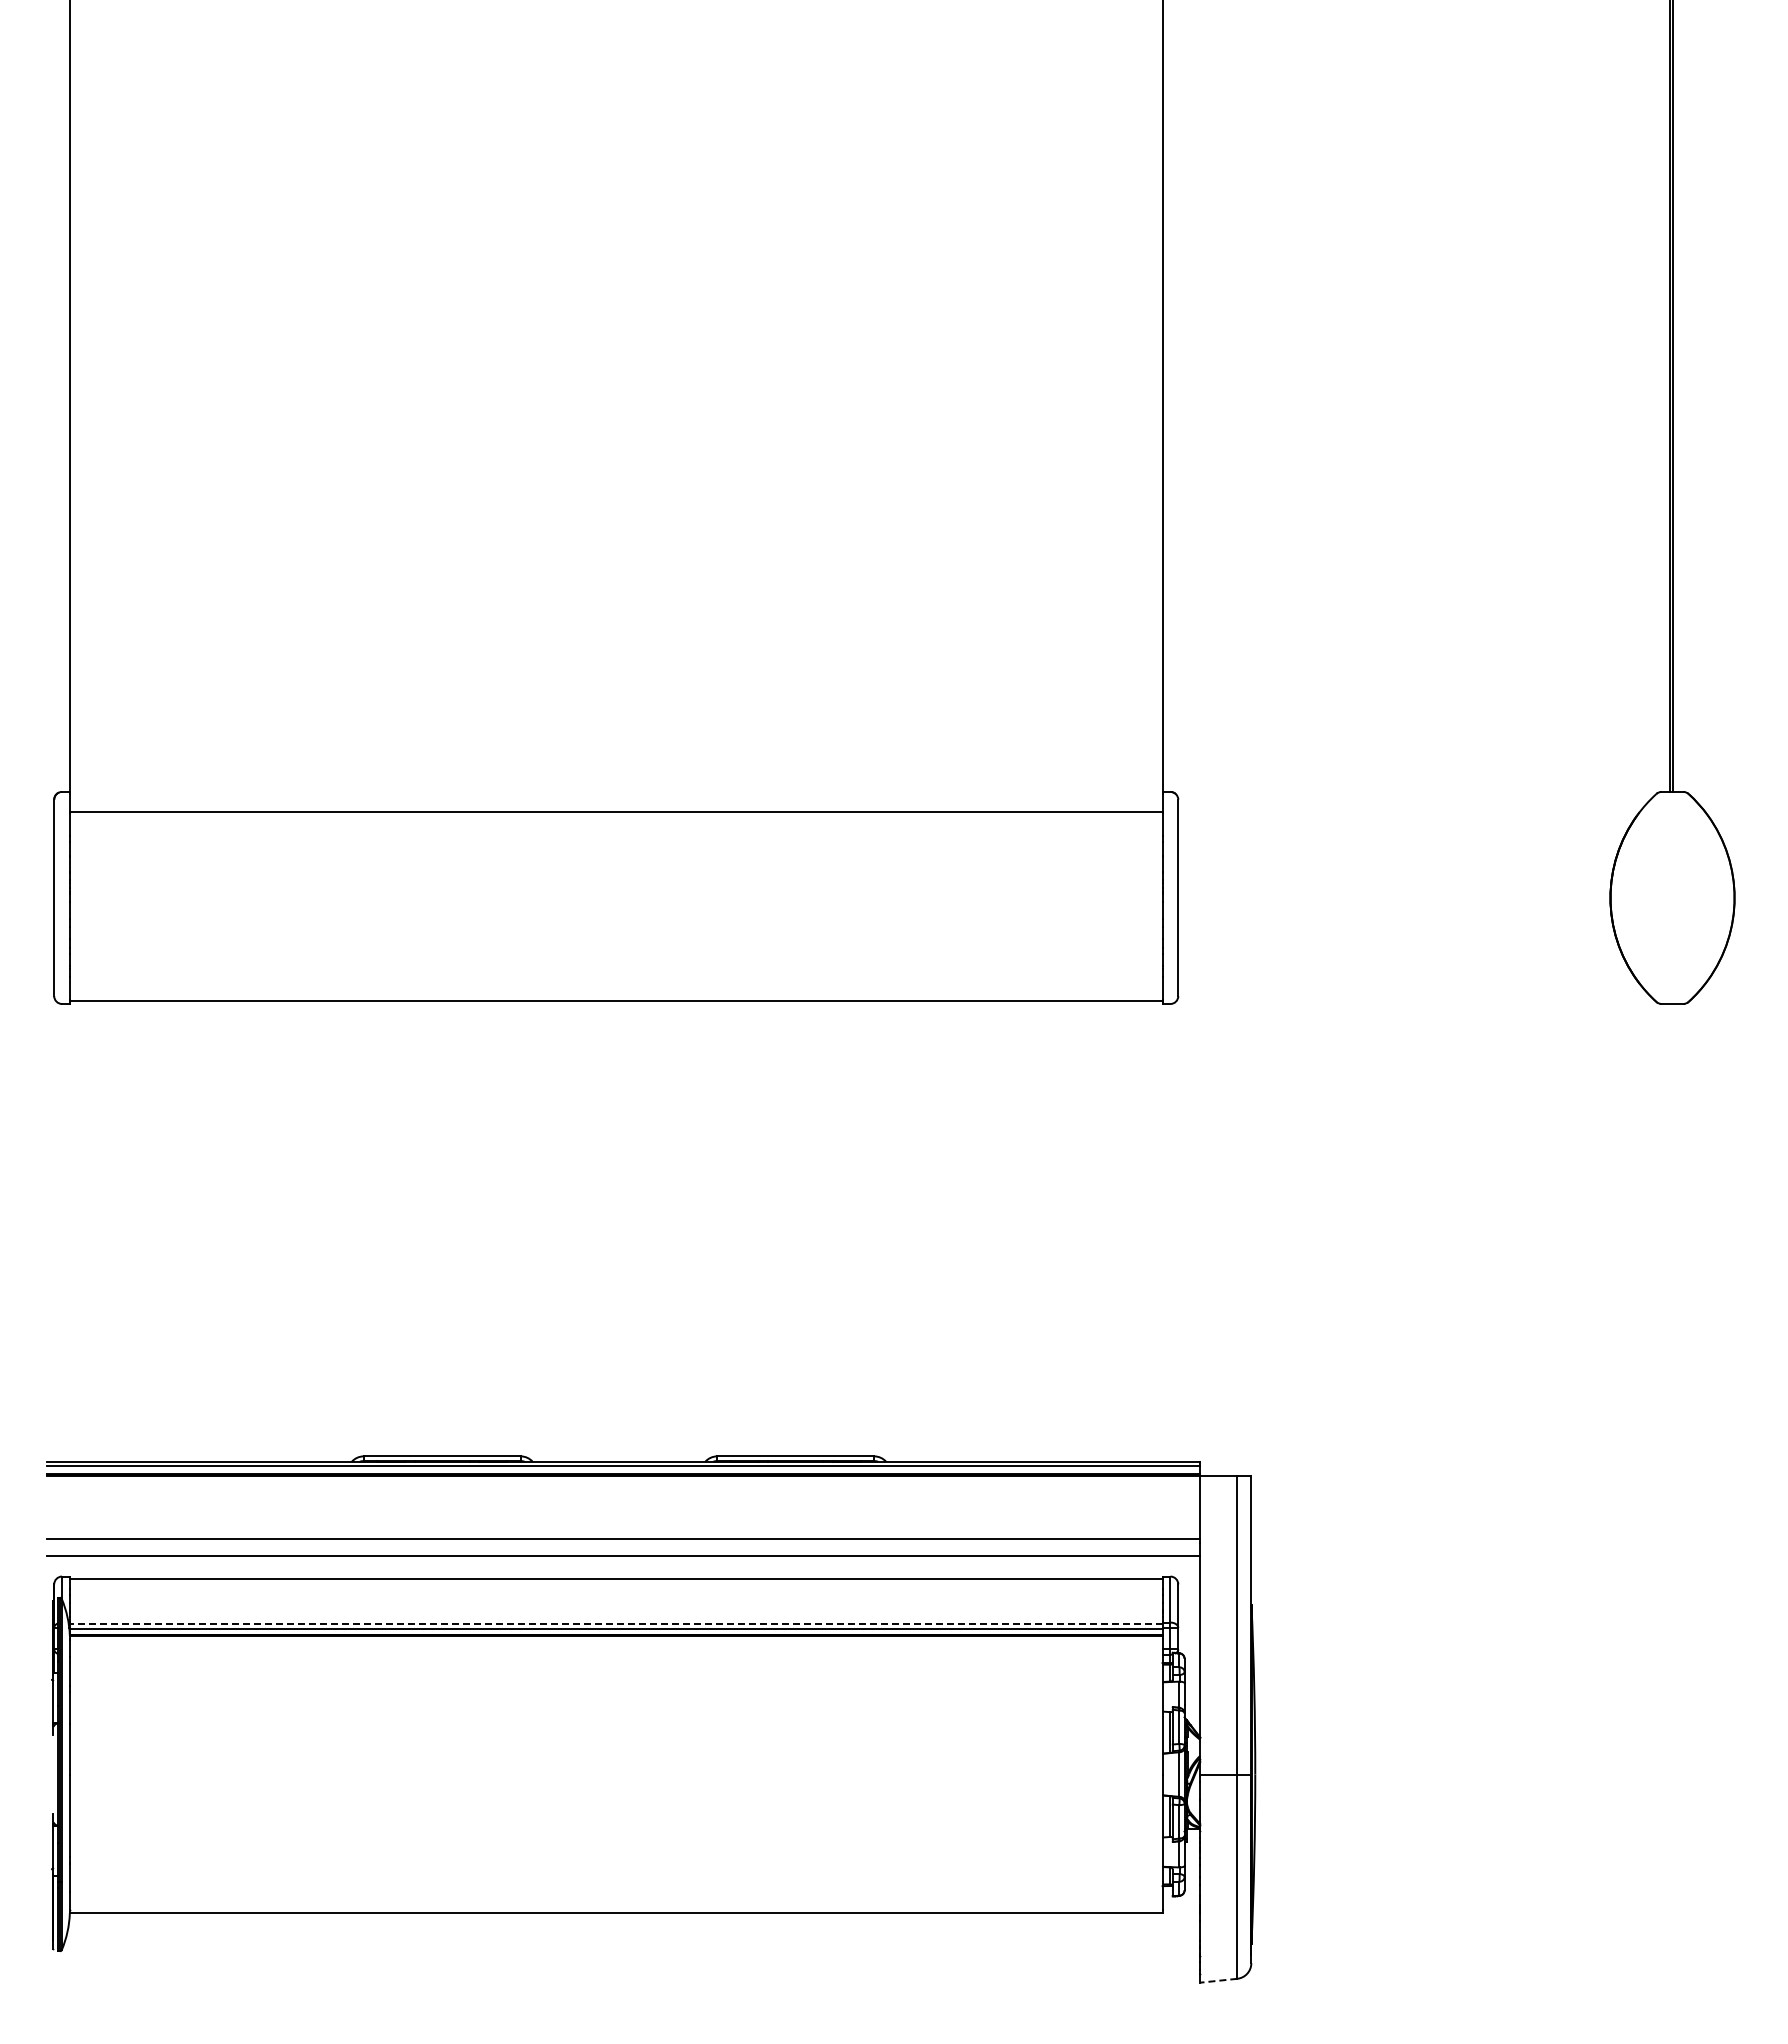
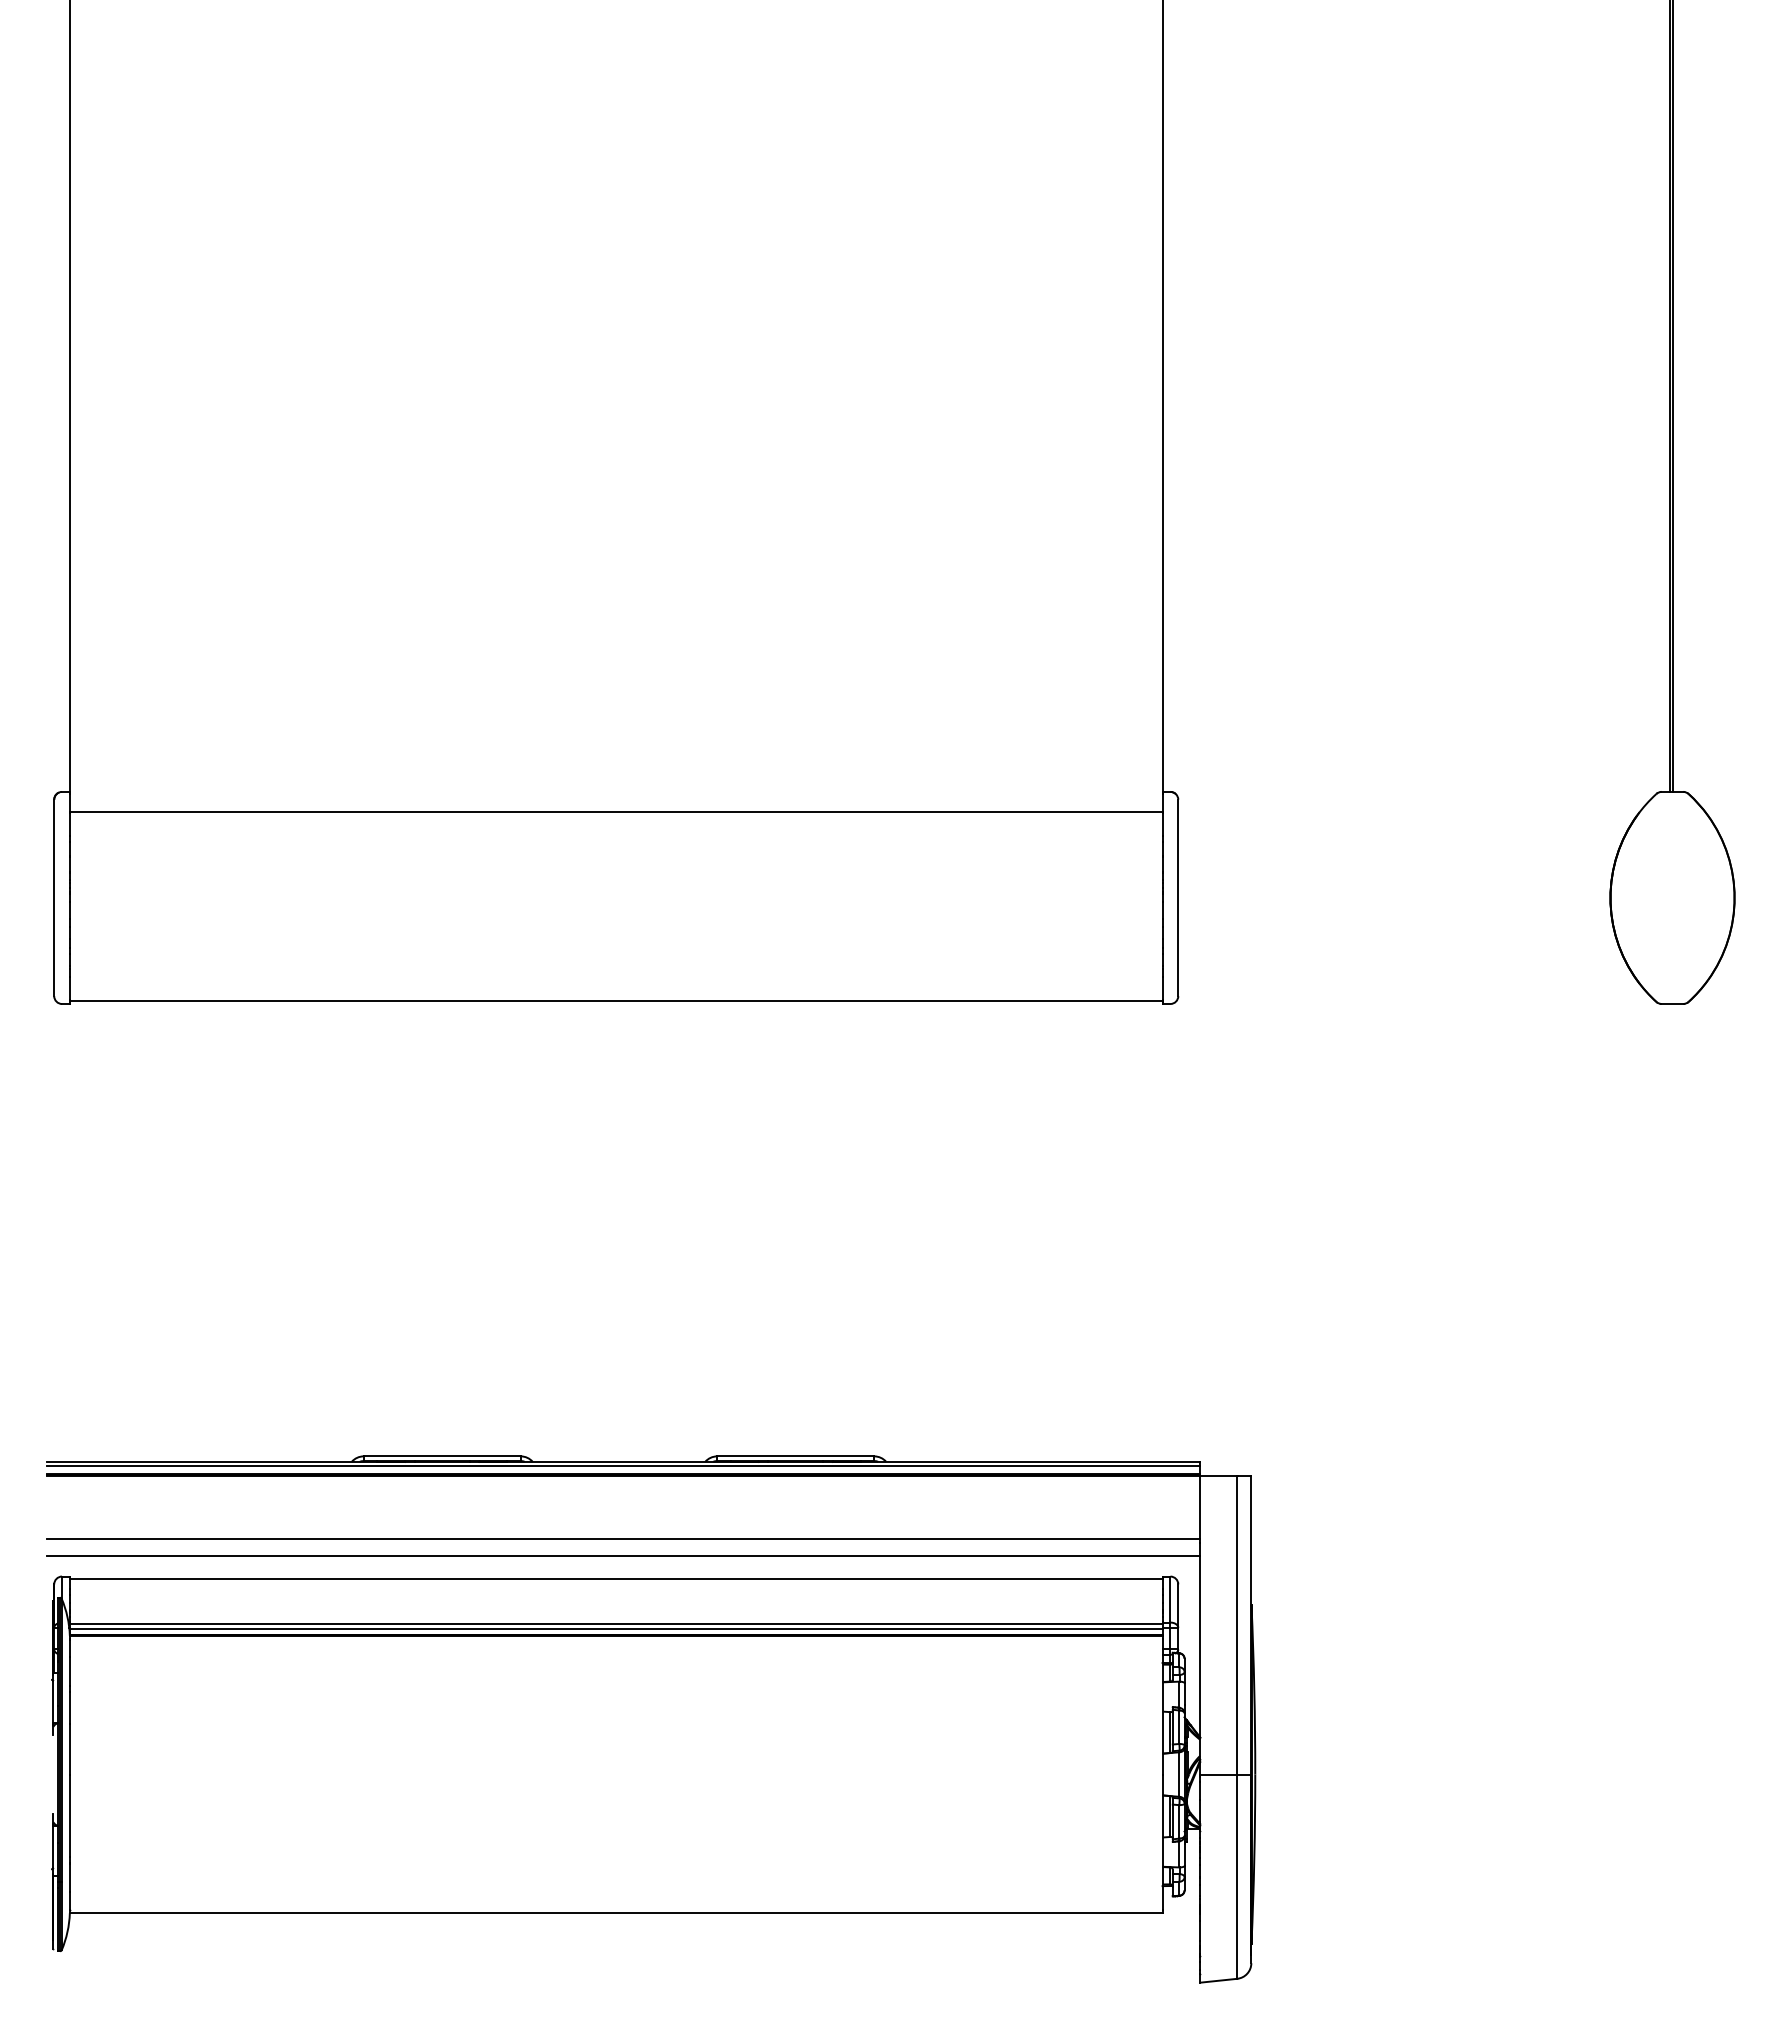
line at (615, 1623): dashed -> solid
line at (1218, 1980): dashed -> solid
